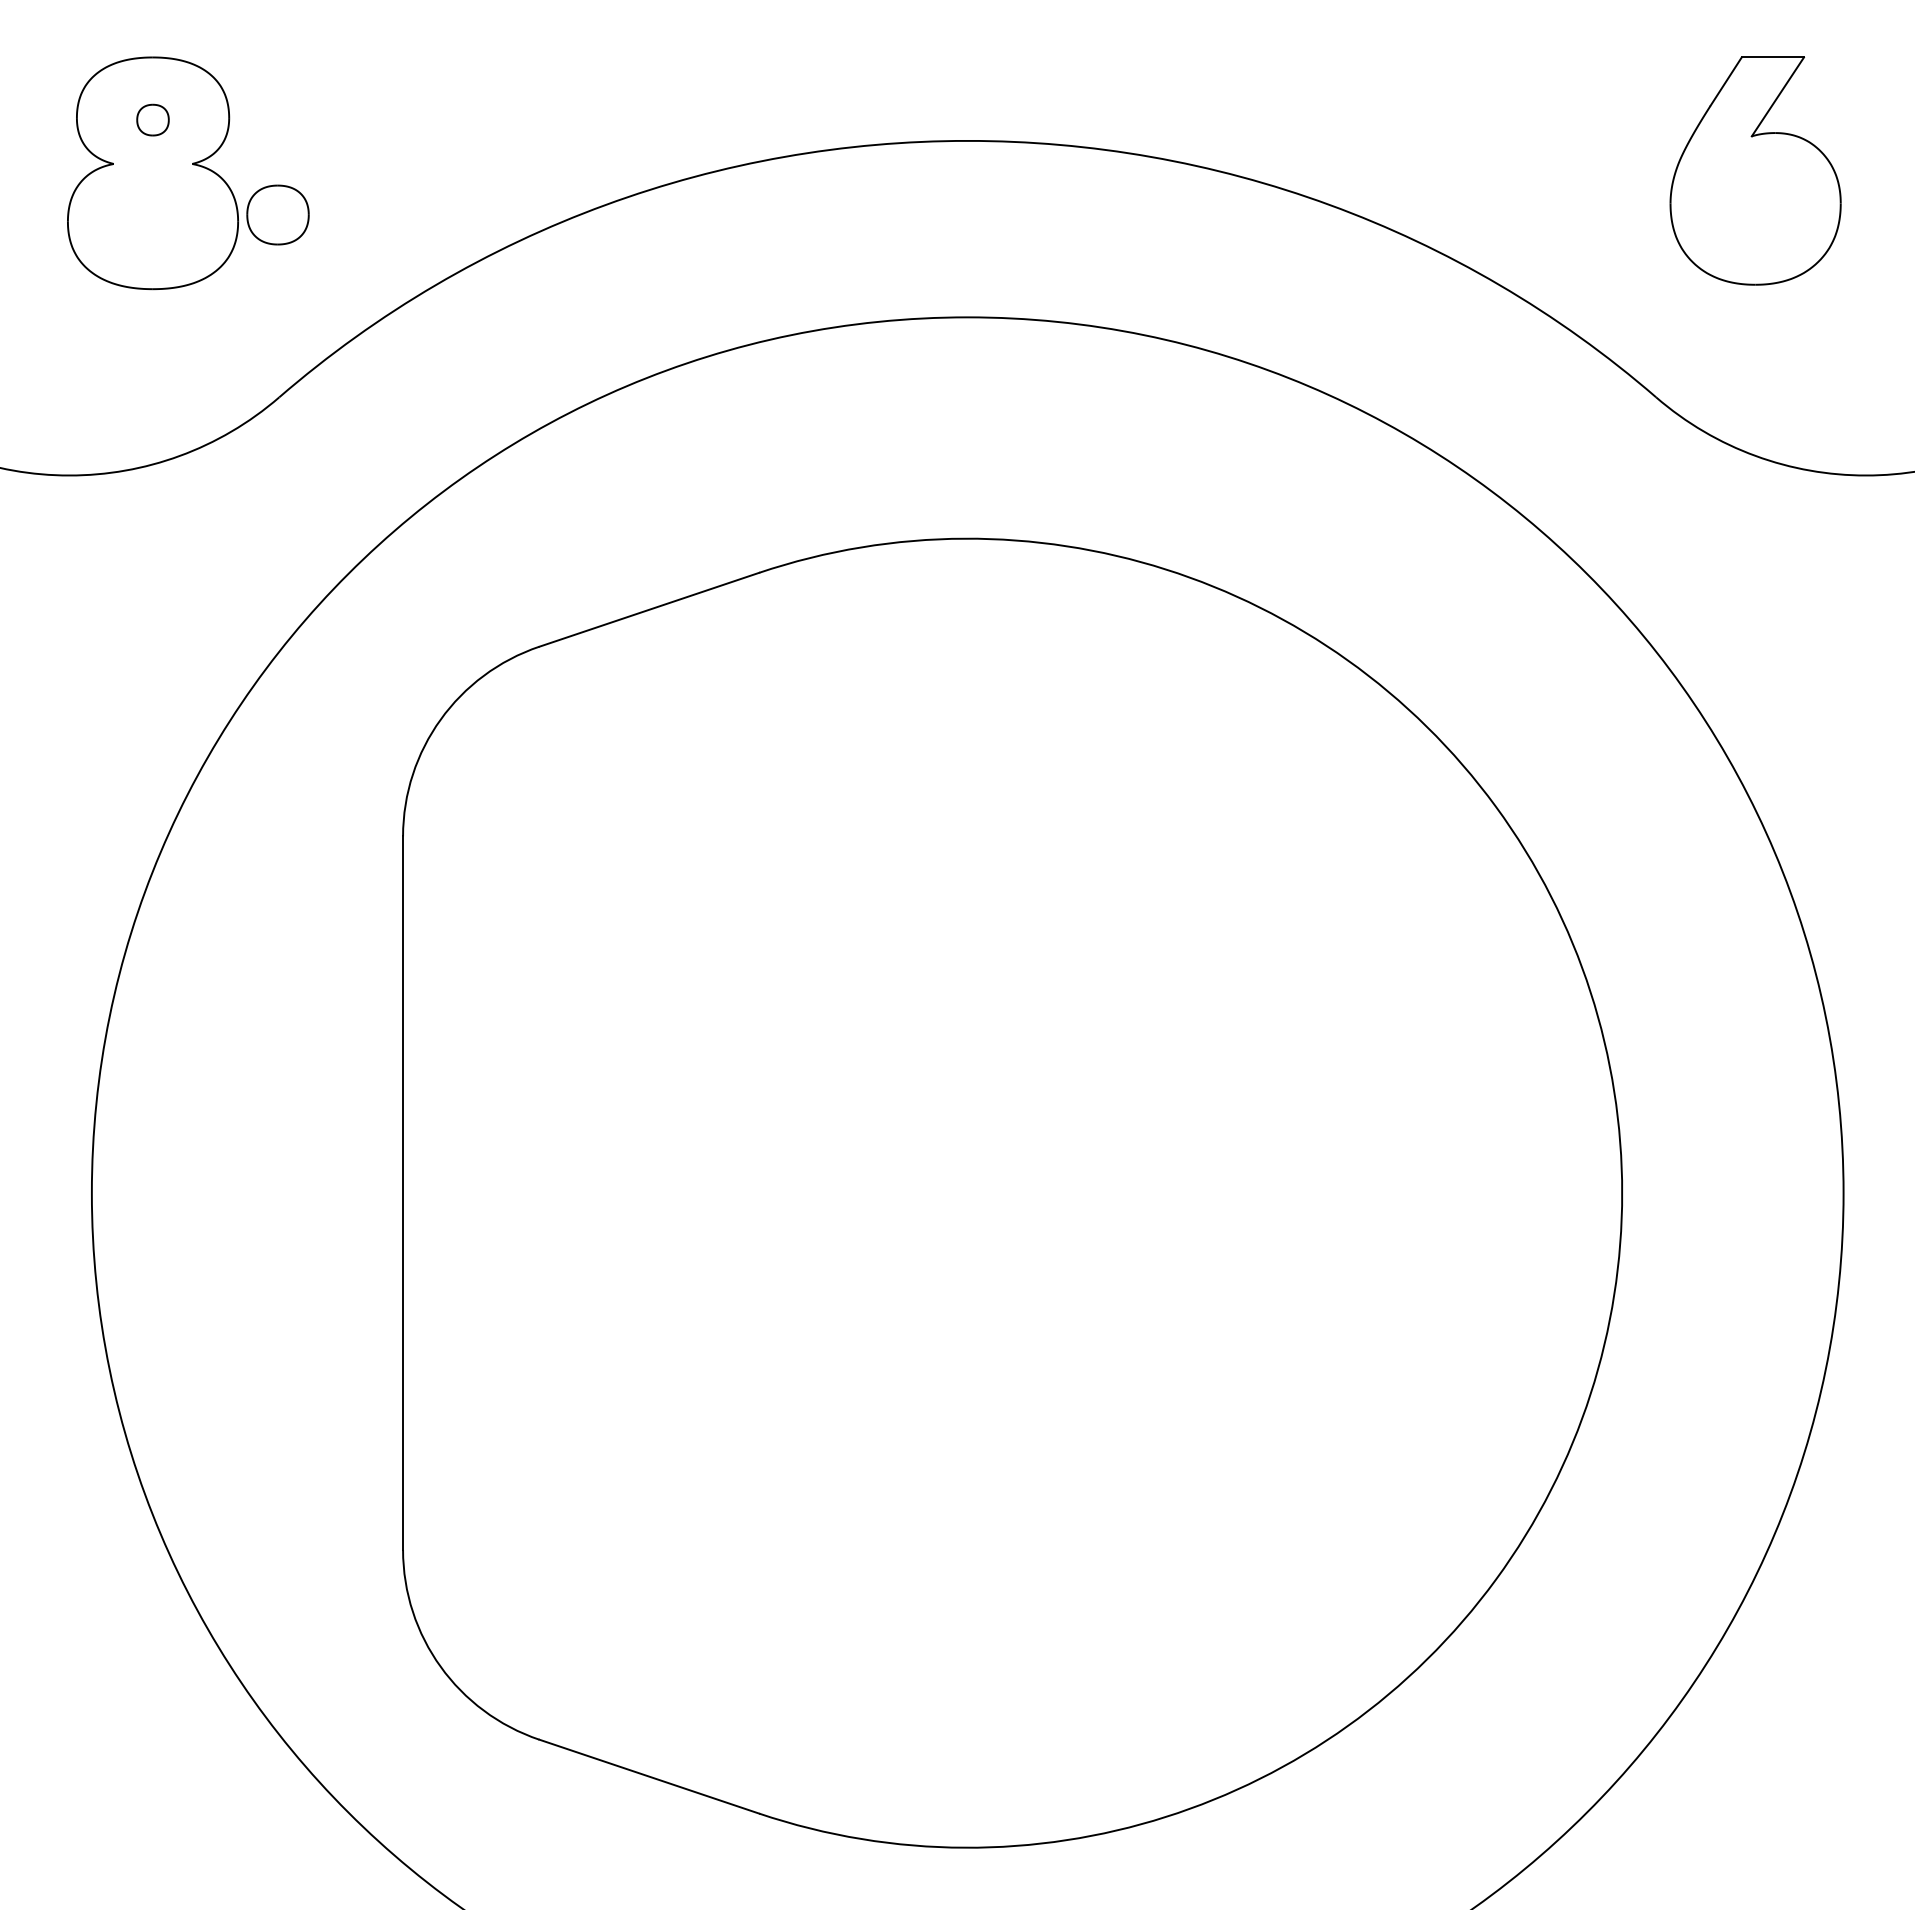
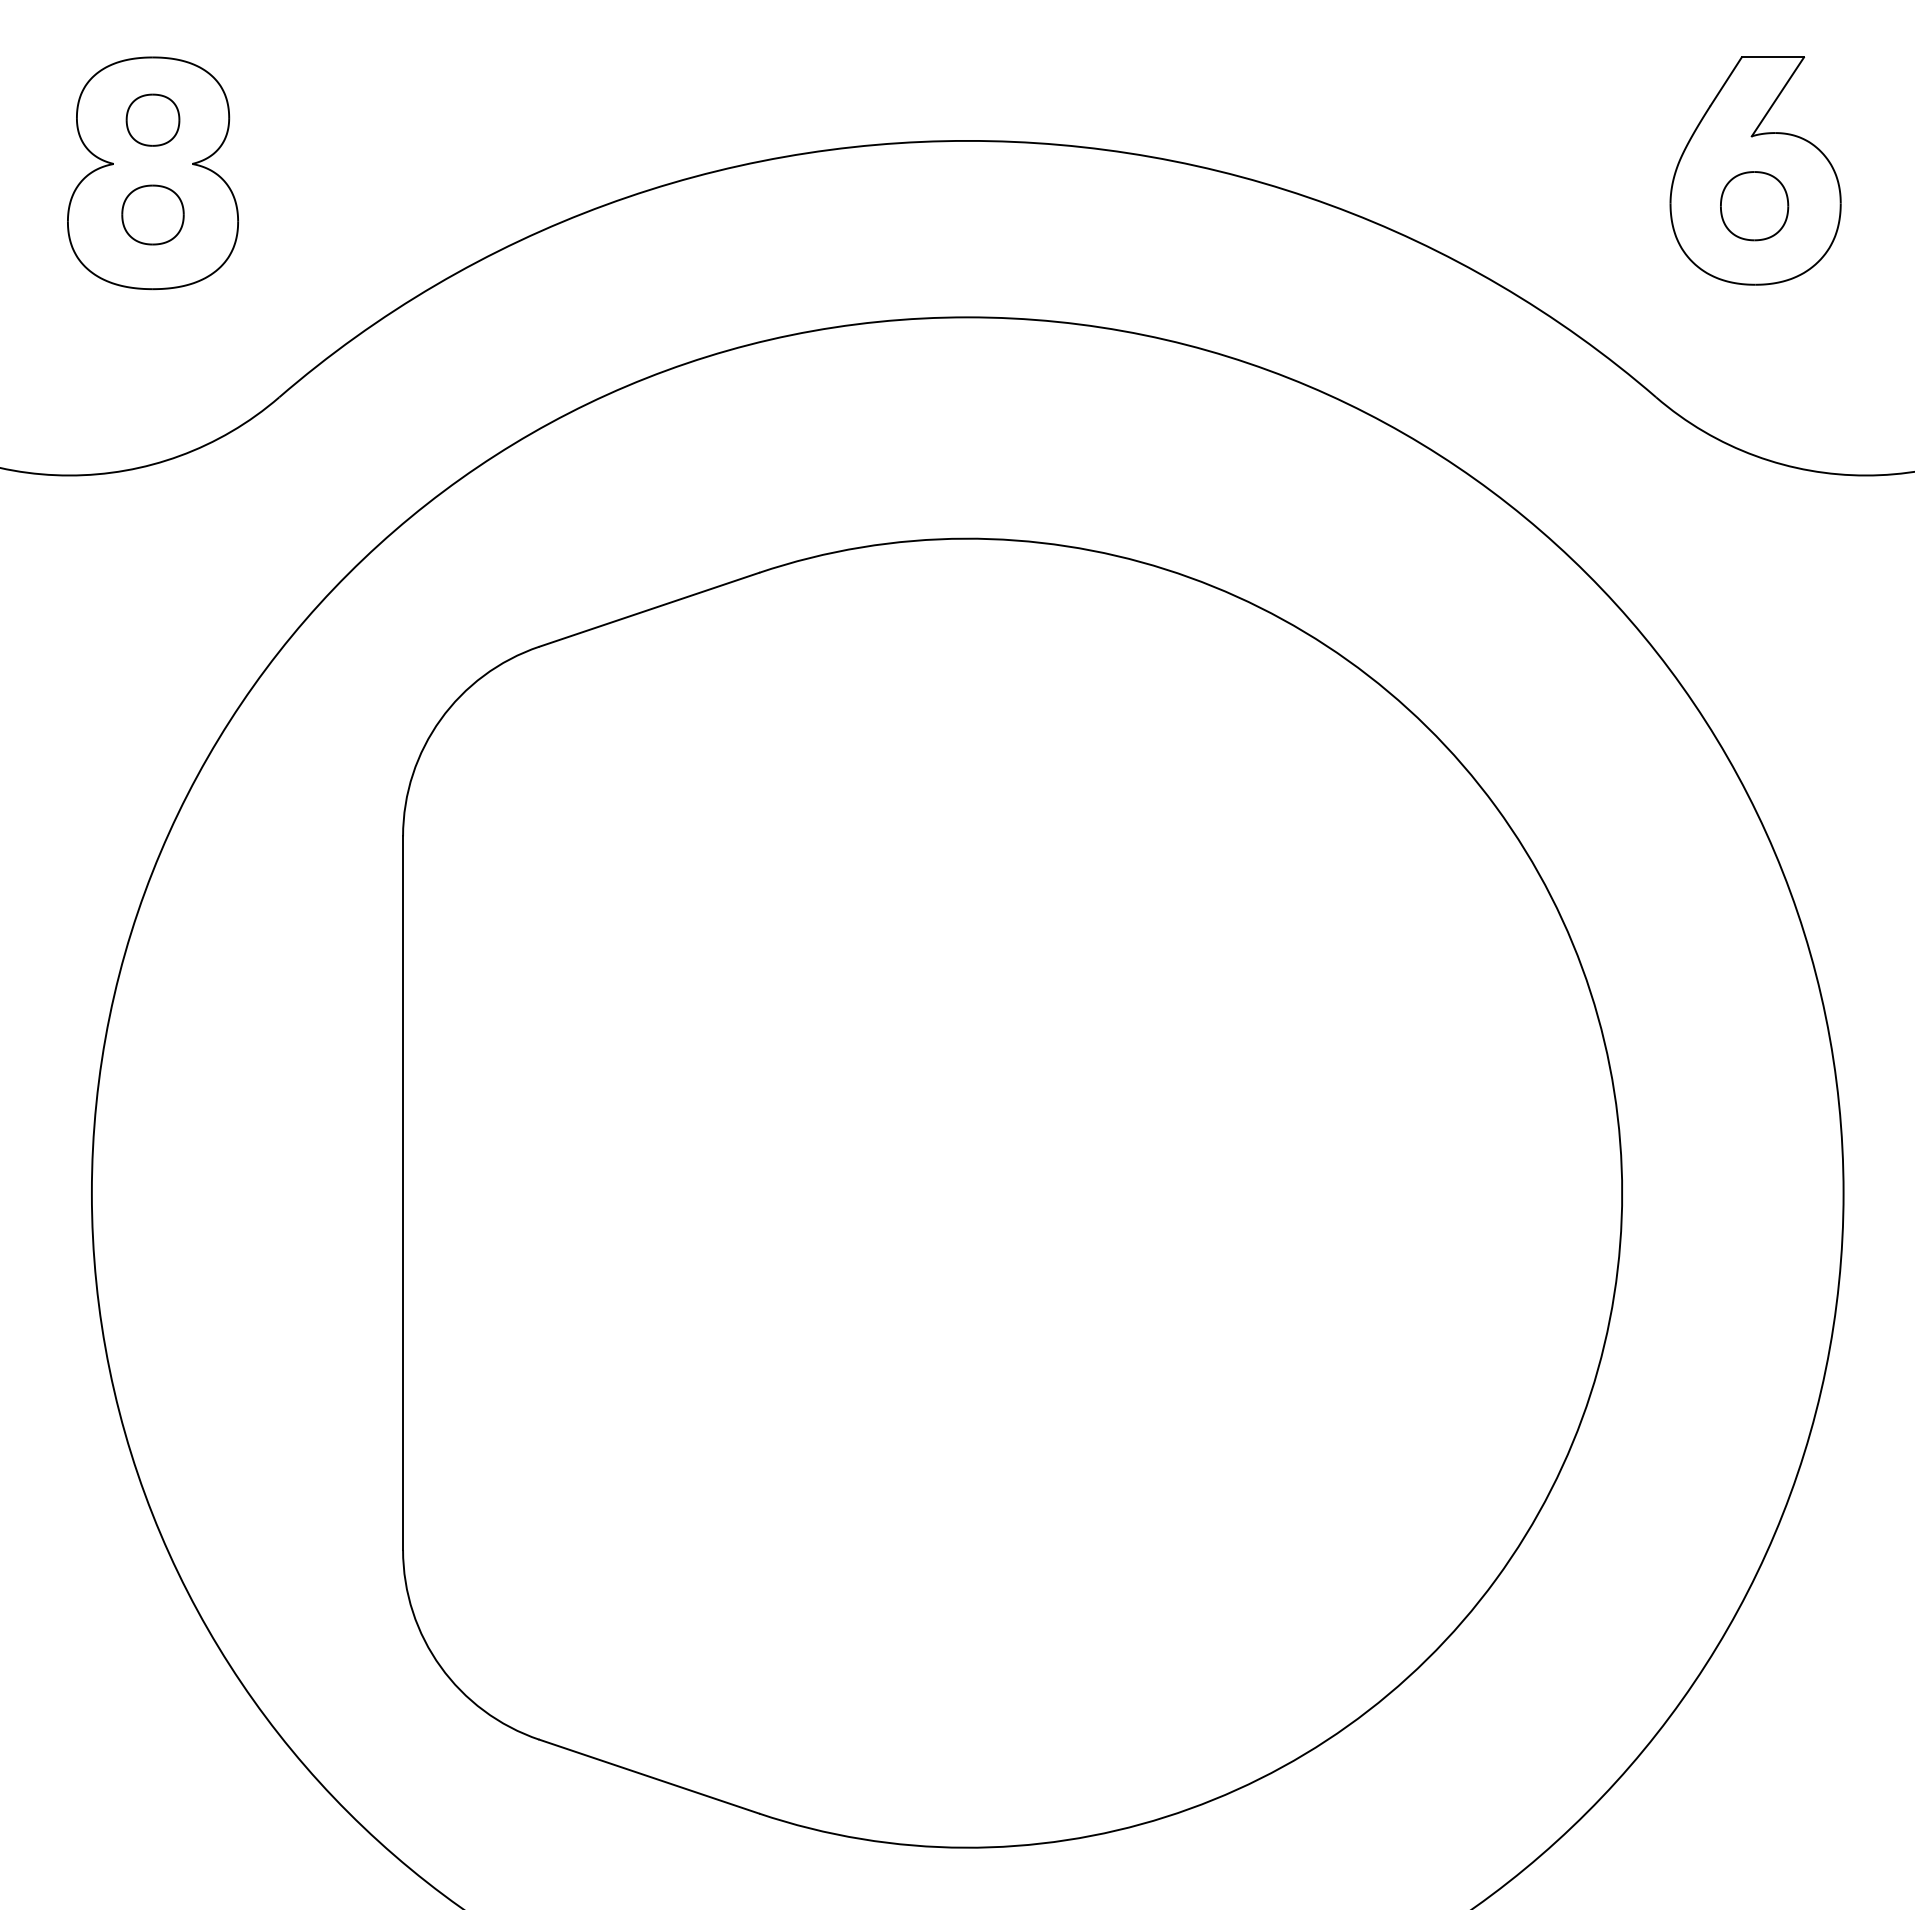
part at (152, 119) size: 34x34 px -> 56x54 px
part at (1754, 206): none -> present
part at (277, 214) position: (277, 214) -> (152, 214)
